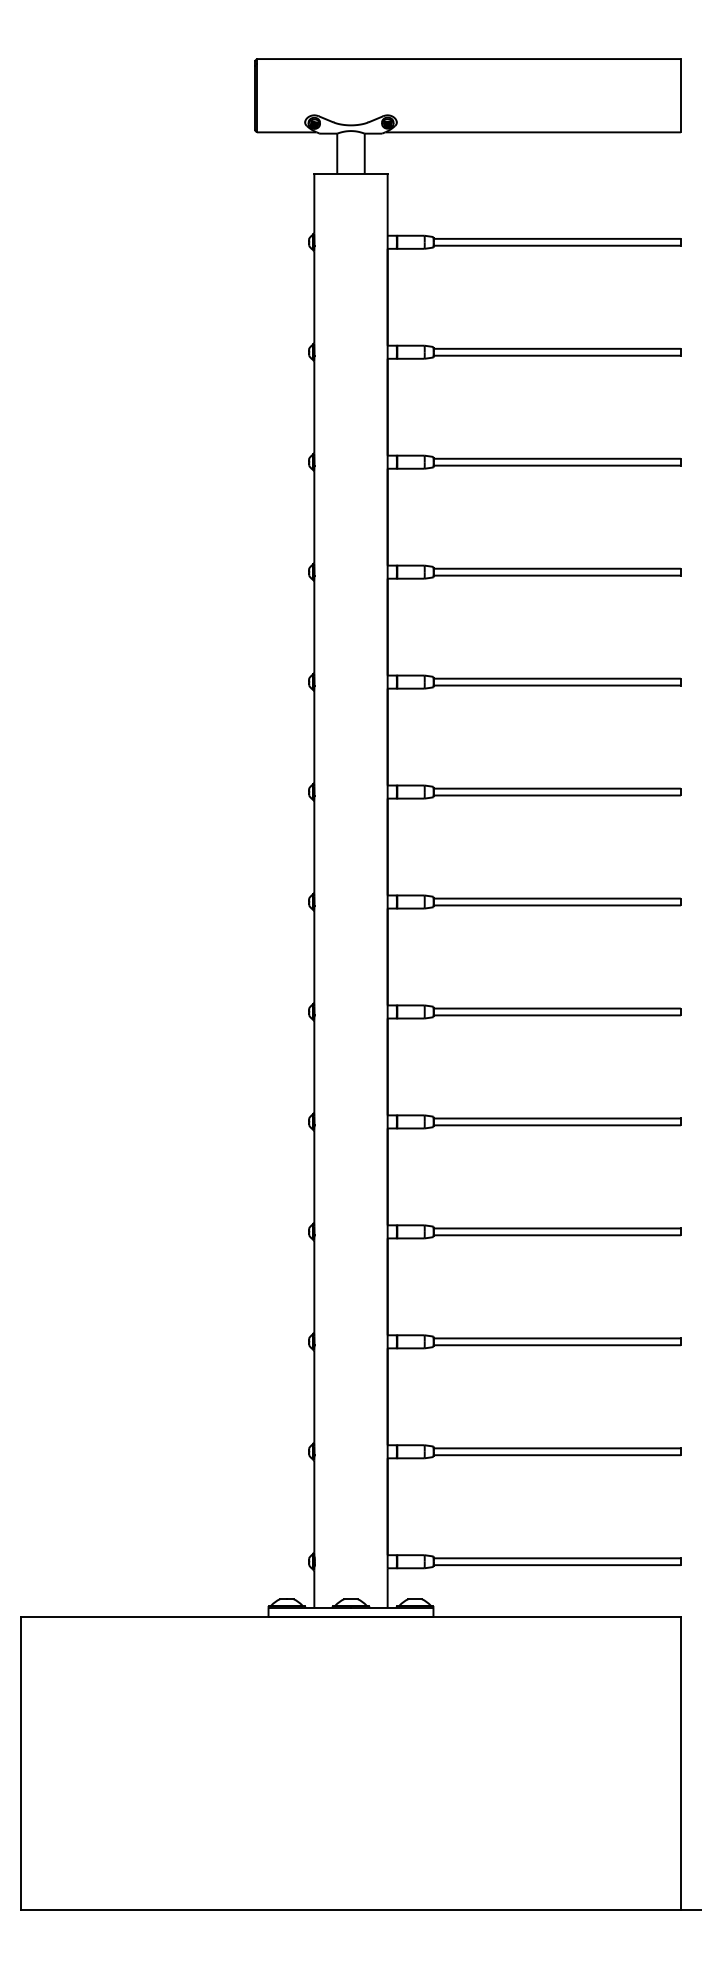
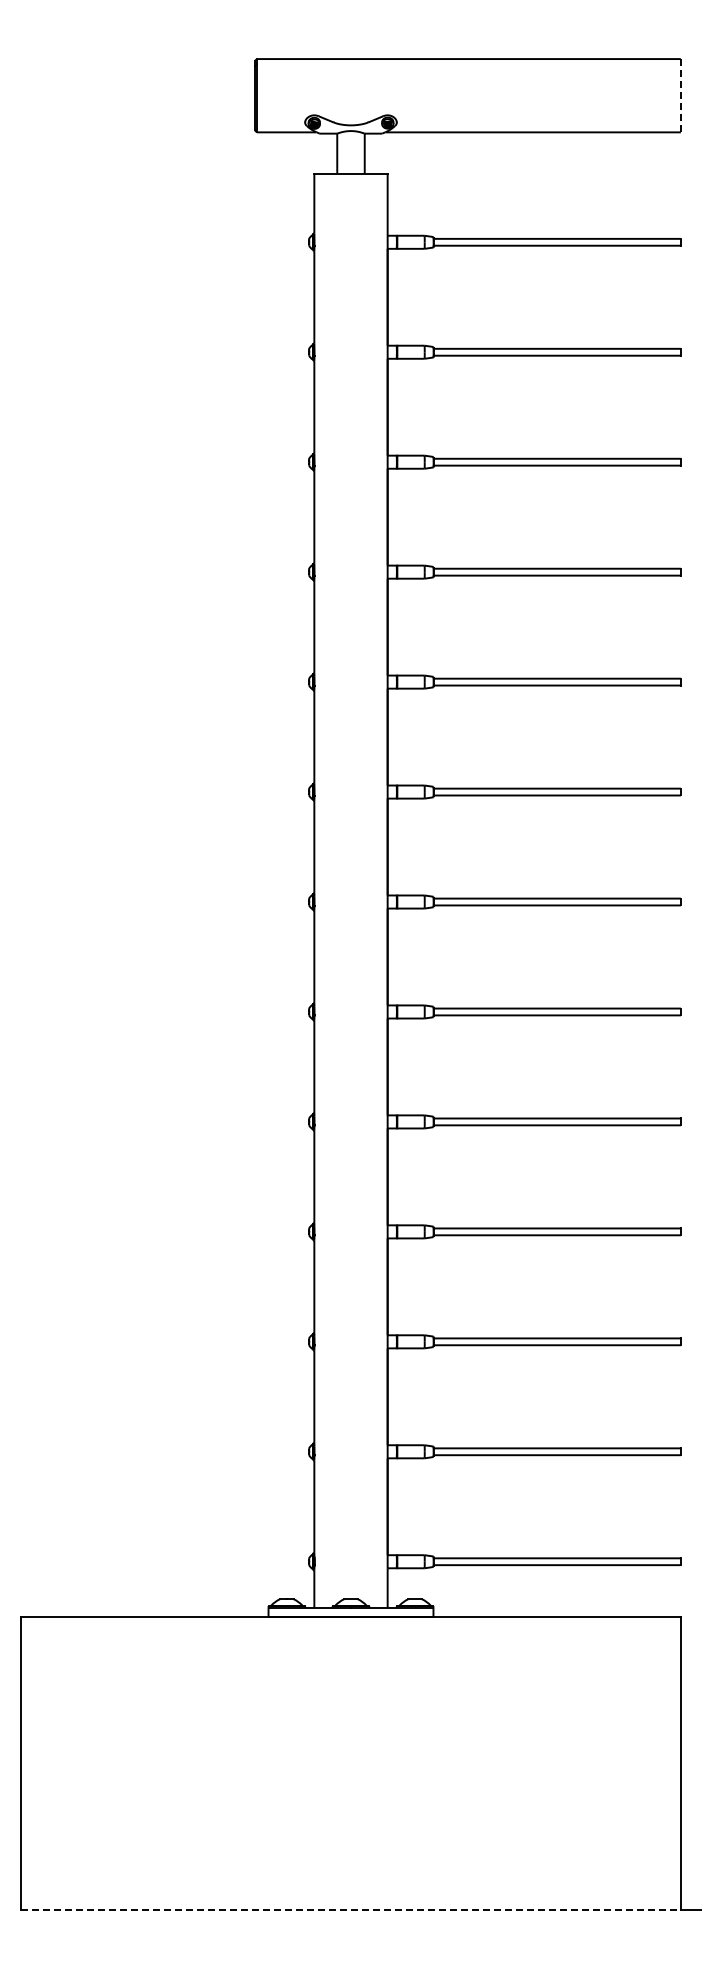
line at (680, 95): solid -> dashed
line at (351, 1909): solid -> dashed
